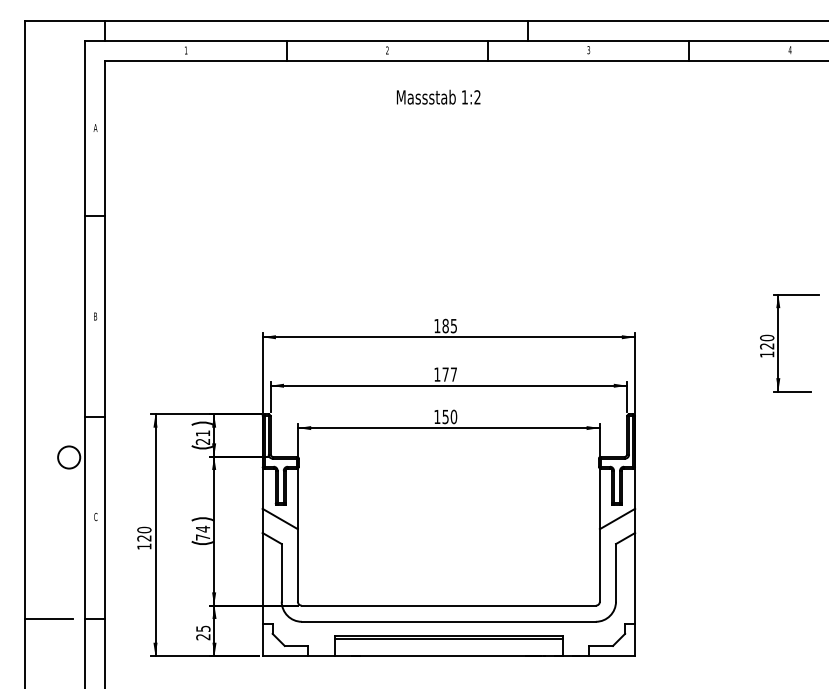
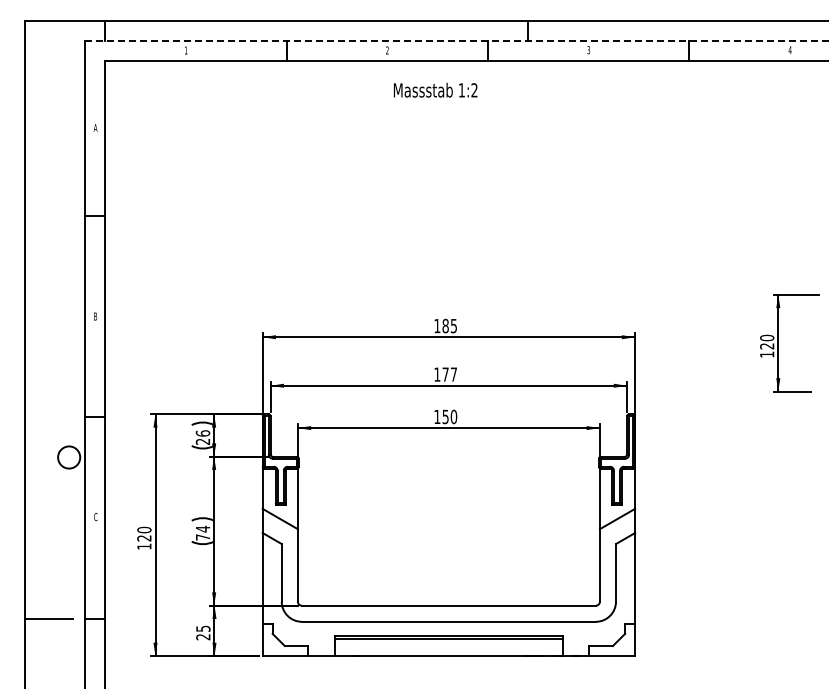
line at (457, 40): solid -> dashed
text at (438, 96) position: (438, 96) -> (435, 89)
text at (202, 433): 21 -> 26
